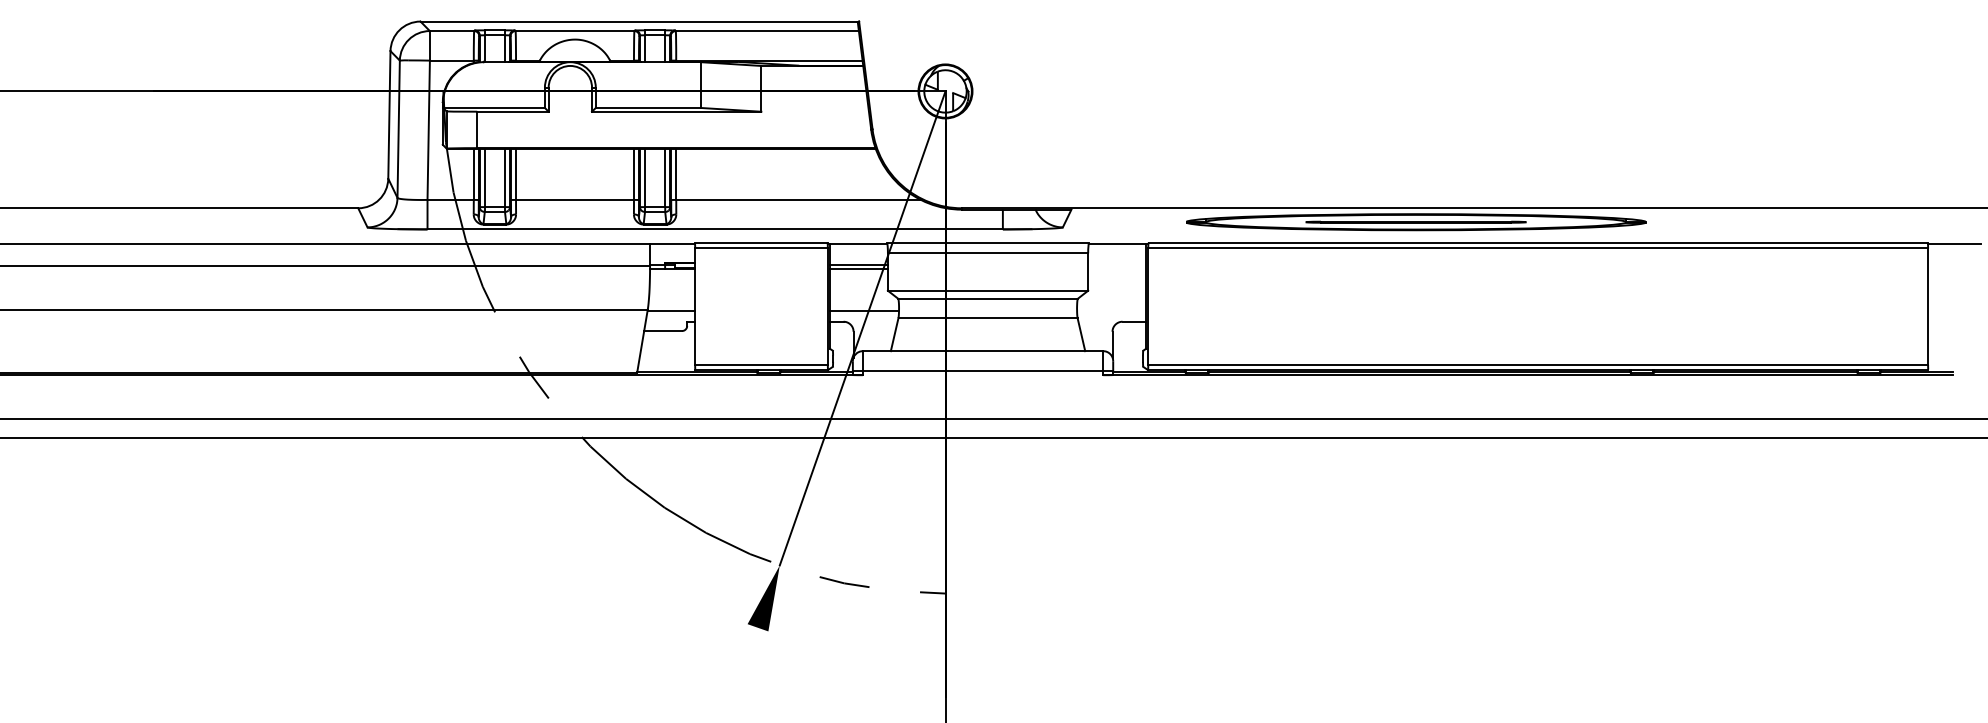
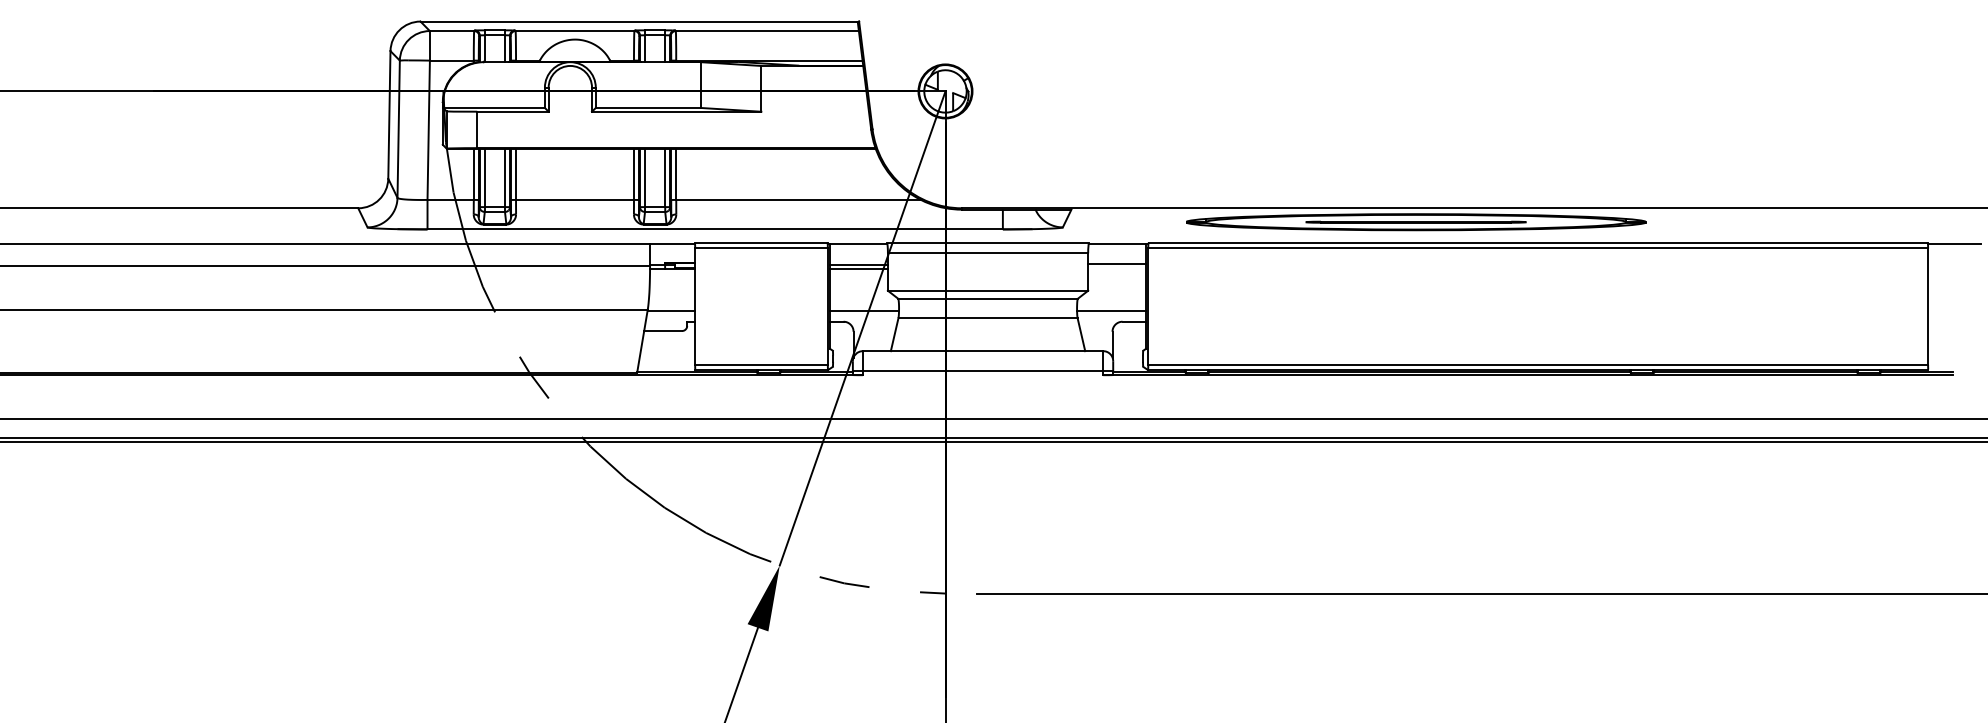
line at (1117, 263): none -> present
line at (1111, 310): none -> present
line at (993, 441): none -> present
line at (1480, 593): none -> present
line at (741, 673): none -> present
